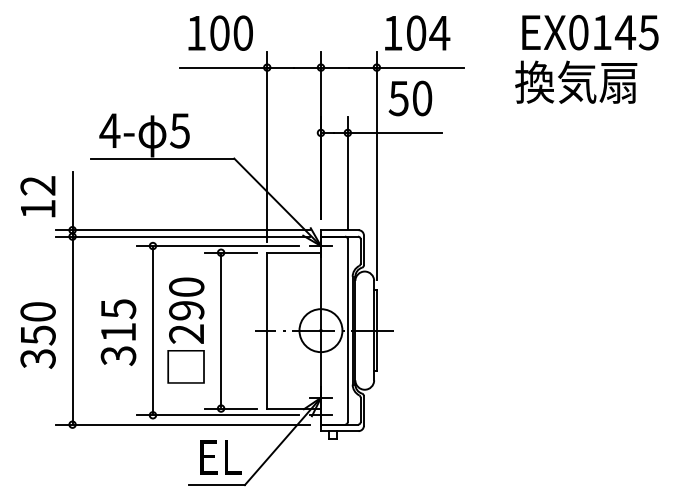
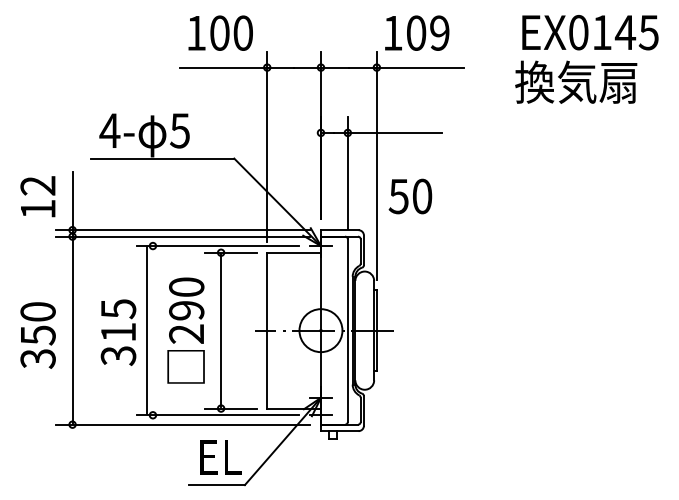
text at (439, 32): 104 -> 109
text at (410, 98) position: (410, 98) -> (410, 196)
line at (152, 330) position: (152, 330) -> (146, 330)
